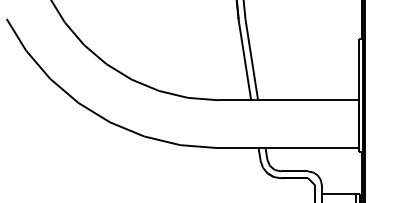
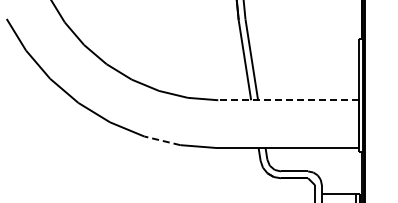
line at (288, 100): solid -> dashed
line at (162, 140): solid -> dashed
